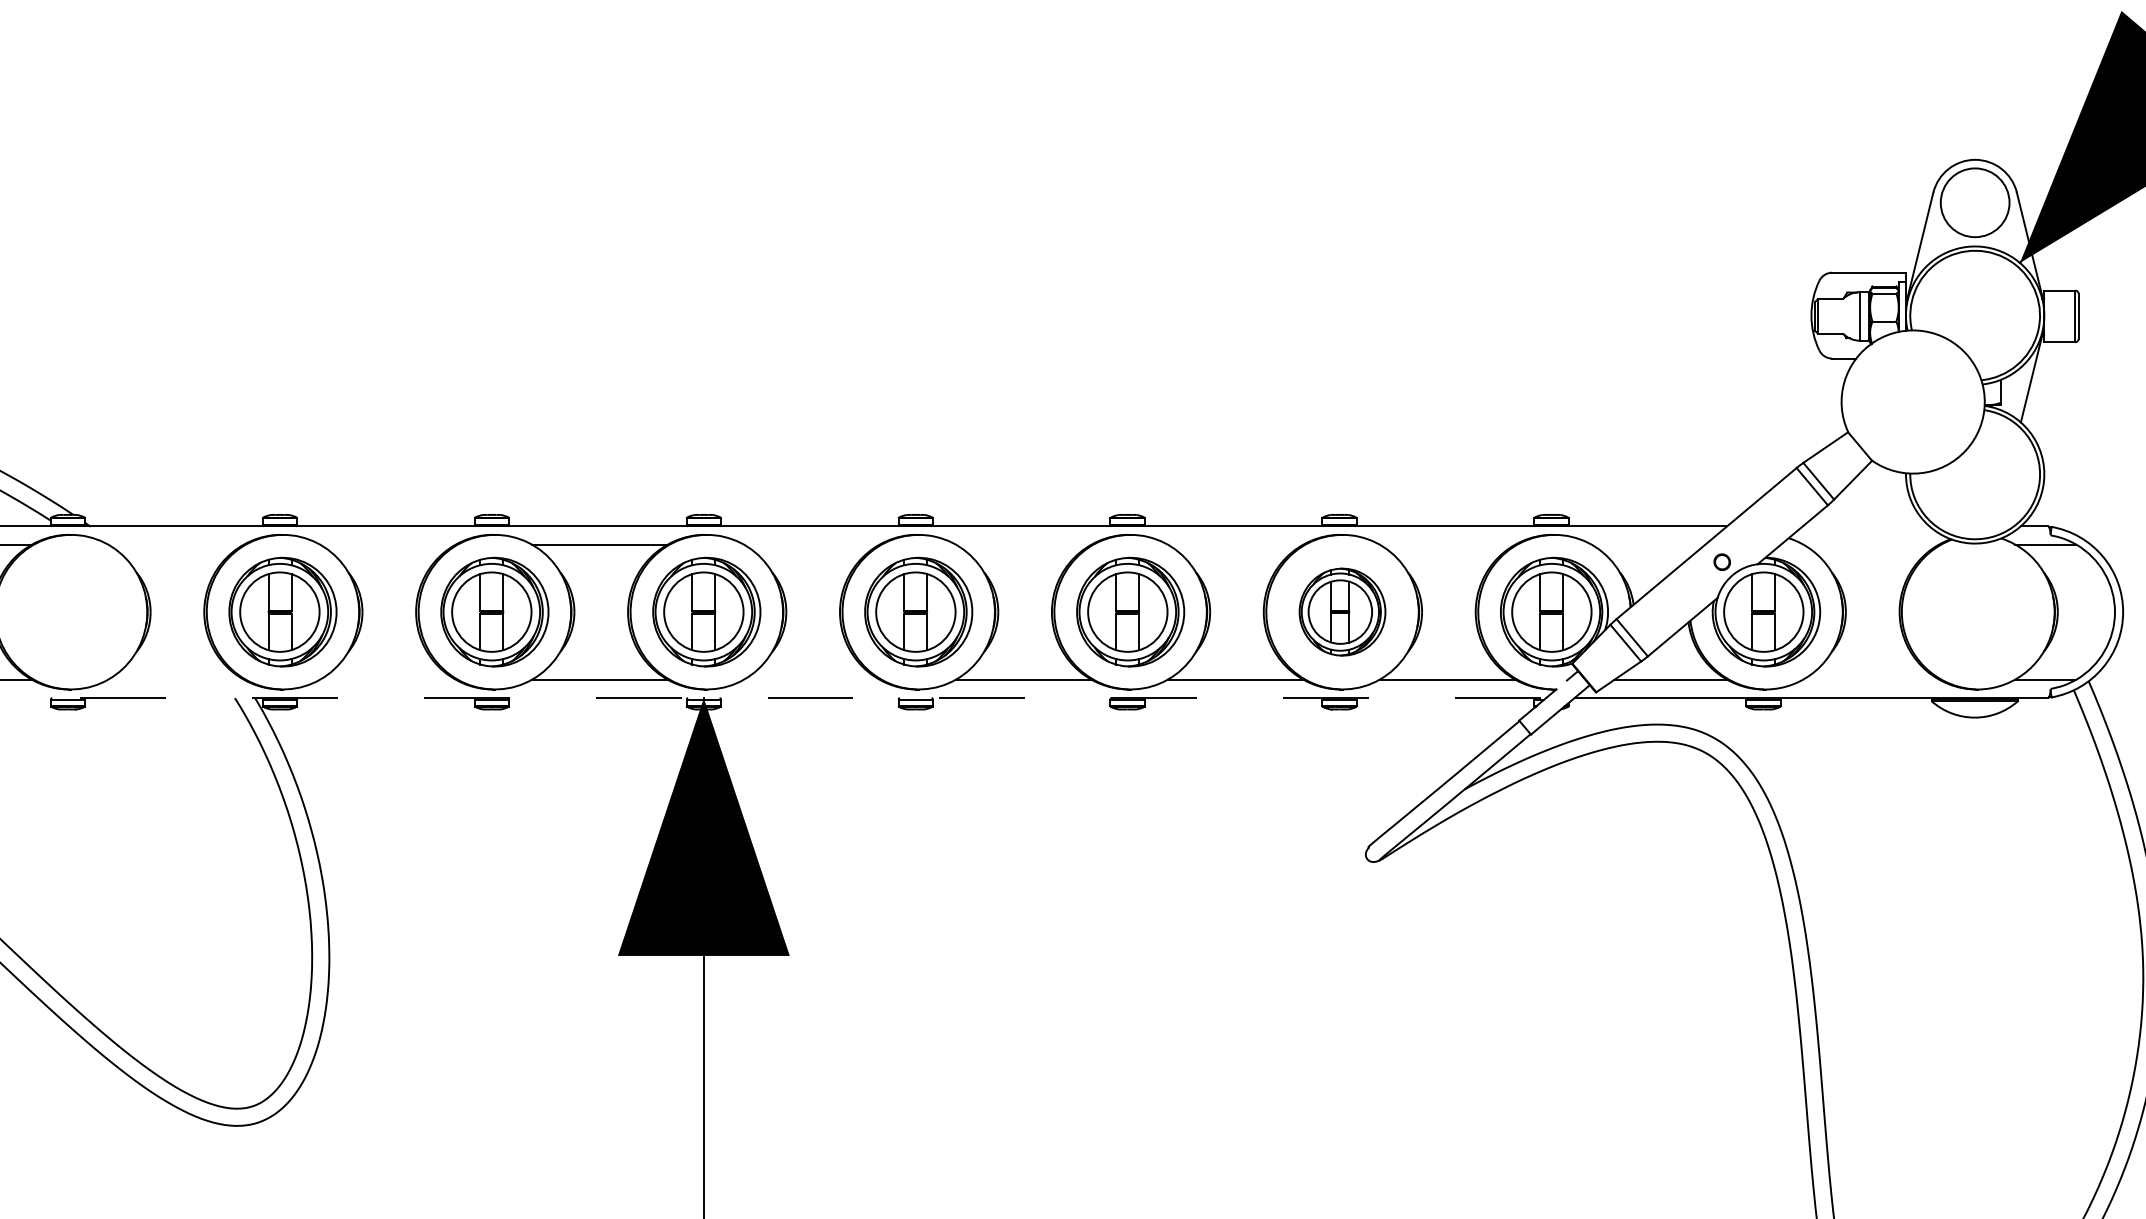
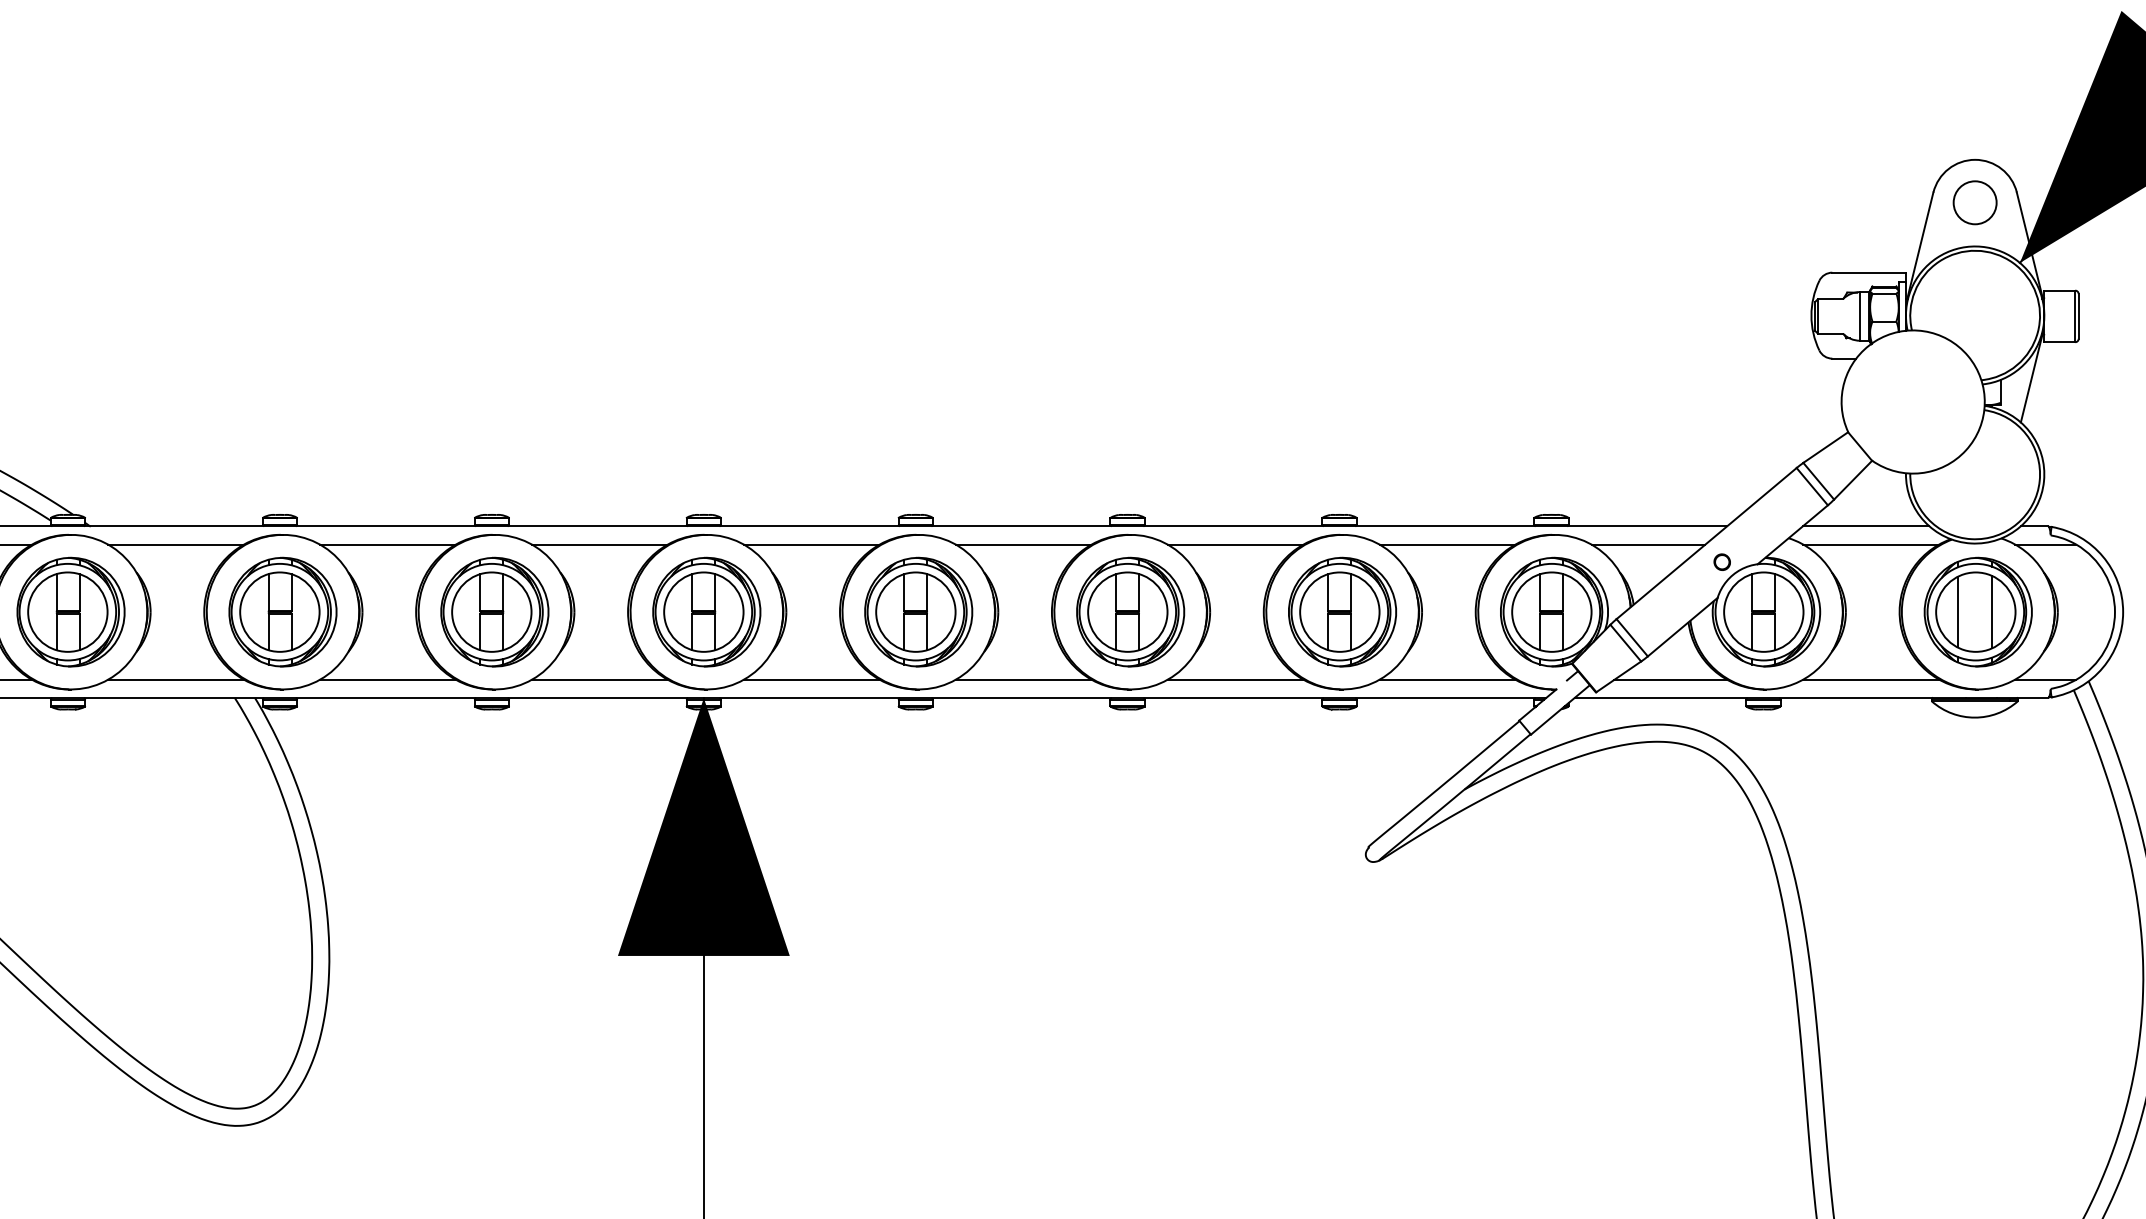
circle at (1974, 202) diameter: 69 px -> 43 px
line at (1866, 526): none -> present
line at (175, 544): none -> present
line at (387, 544): none -> present
line at (811, 544): none -> present
line at (1023, 544): none -> present
line at (1235, 544): none -> present
line at (1447, 544): none -> present
line at (1648, 544): none -> present
line at (1870, 544): none -> present
part at (70, 611): none -> present
part at (1342, 611) size: 89x90 px -> 109x112 px
part at (1977, 611): none -> present
line at (175, 679): none -> present
line at (387, 679): none -> present
line at (811, 679): none -> present
line at (1870, 679): none -> present
line at (773, 698): dashed -> solid
